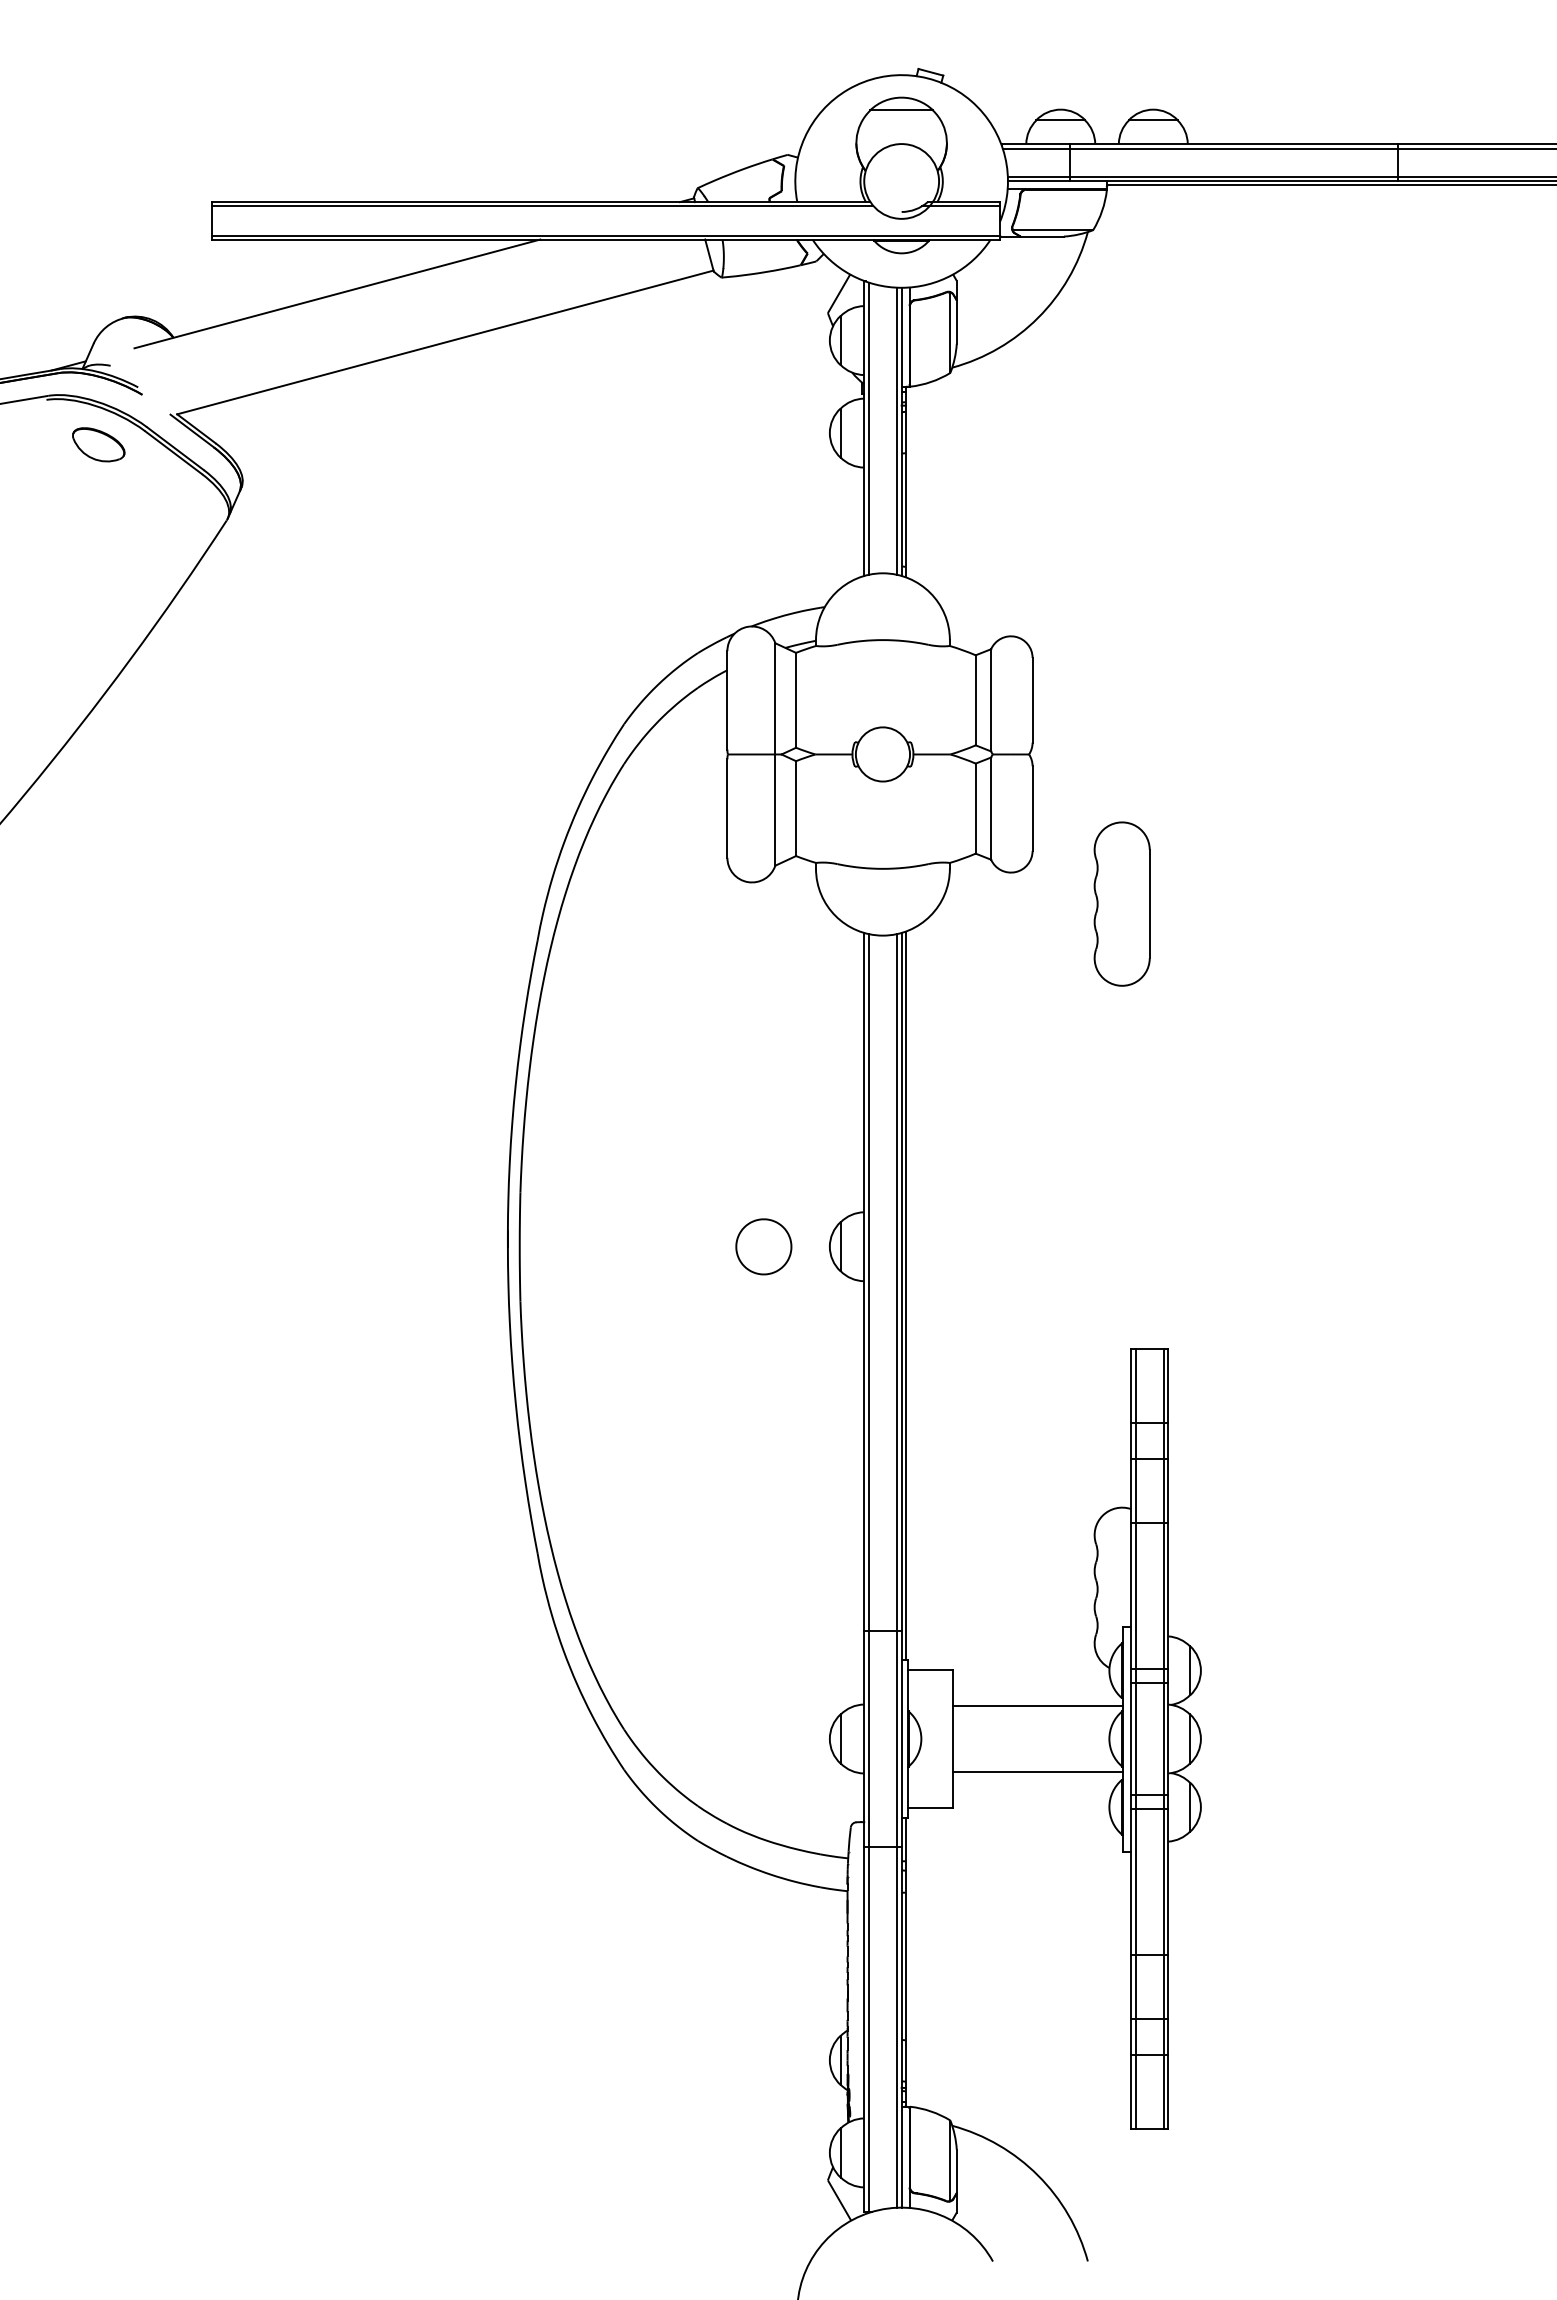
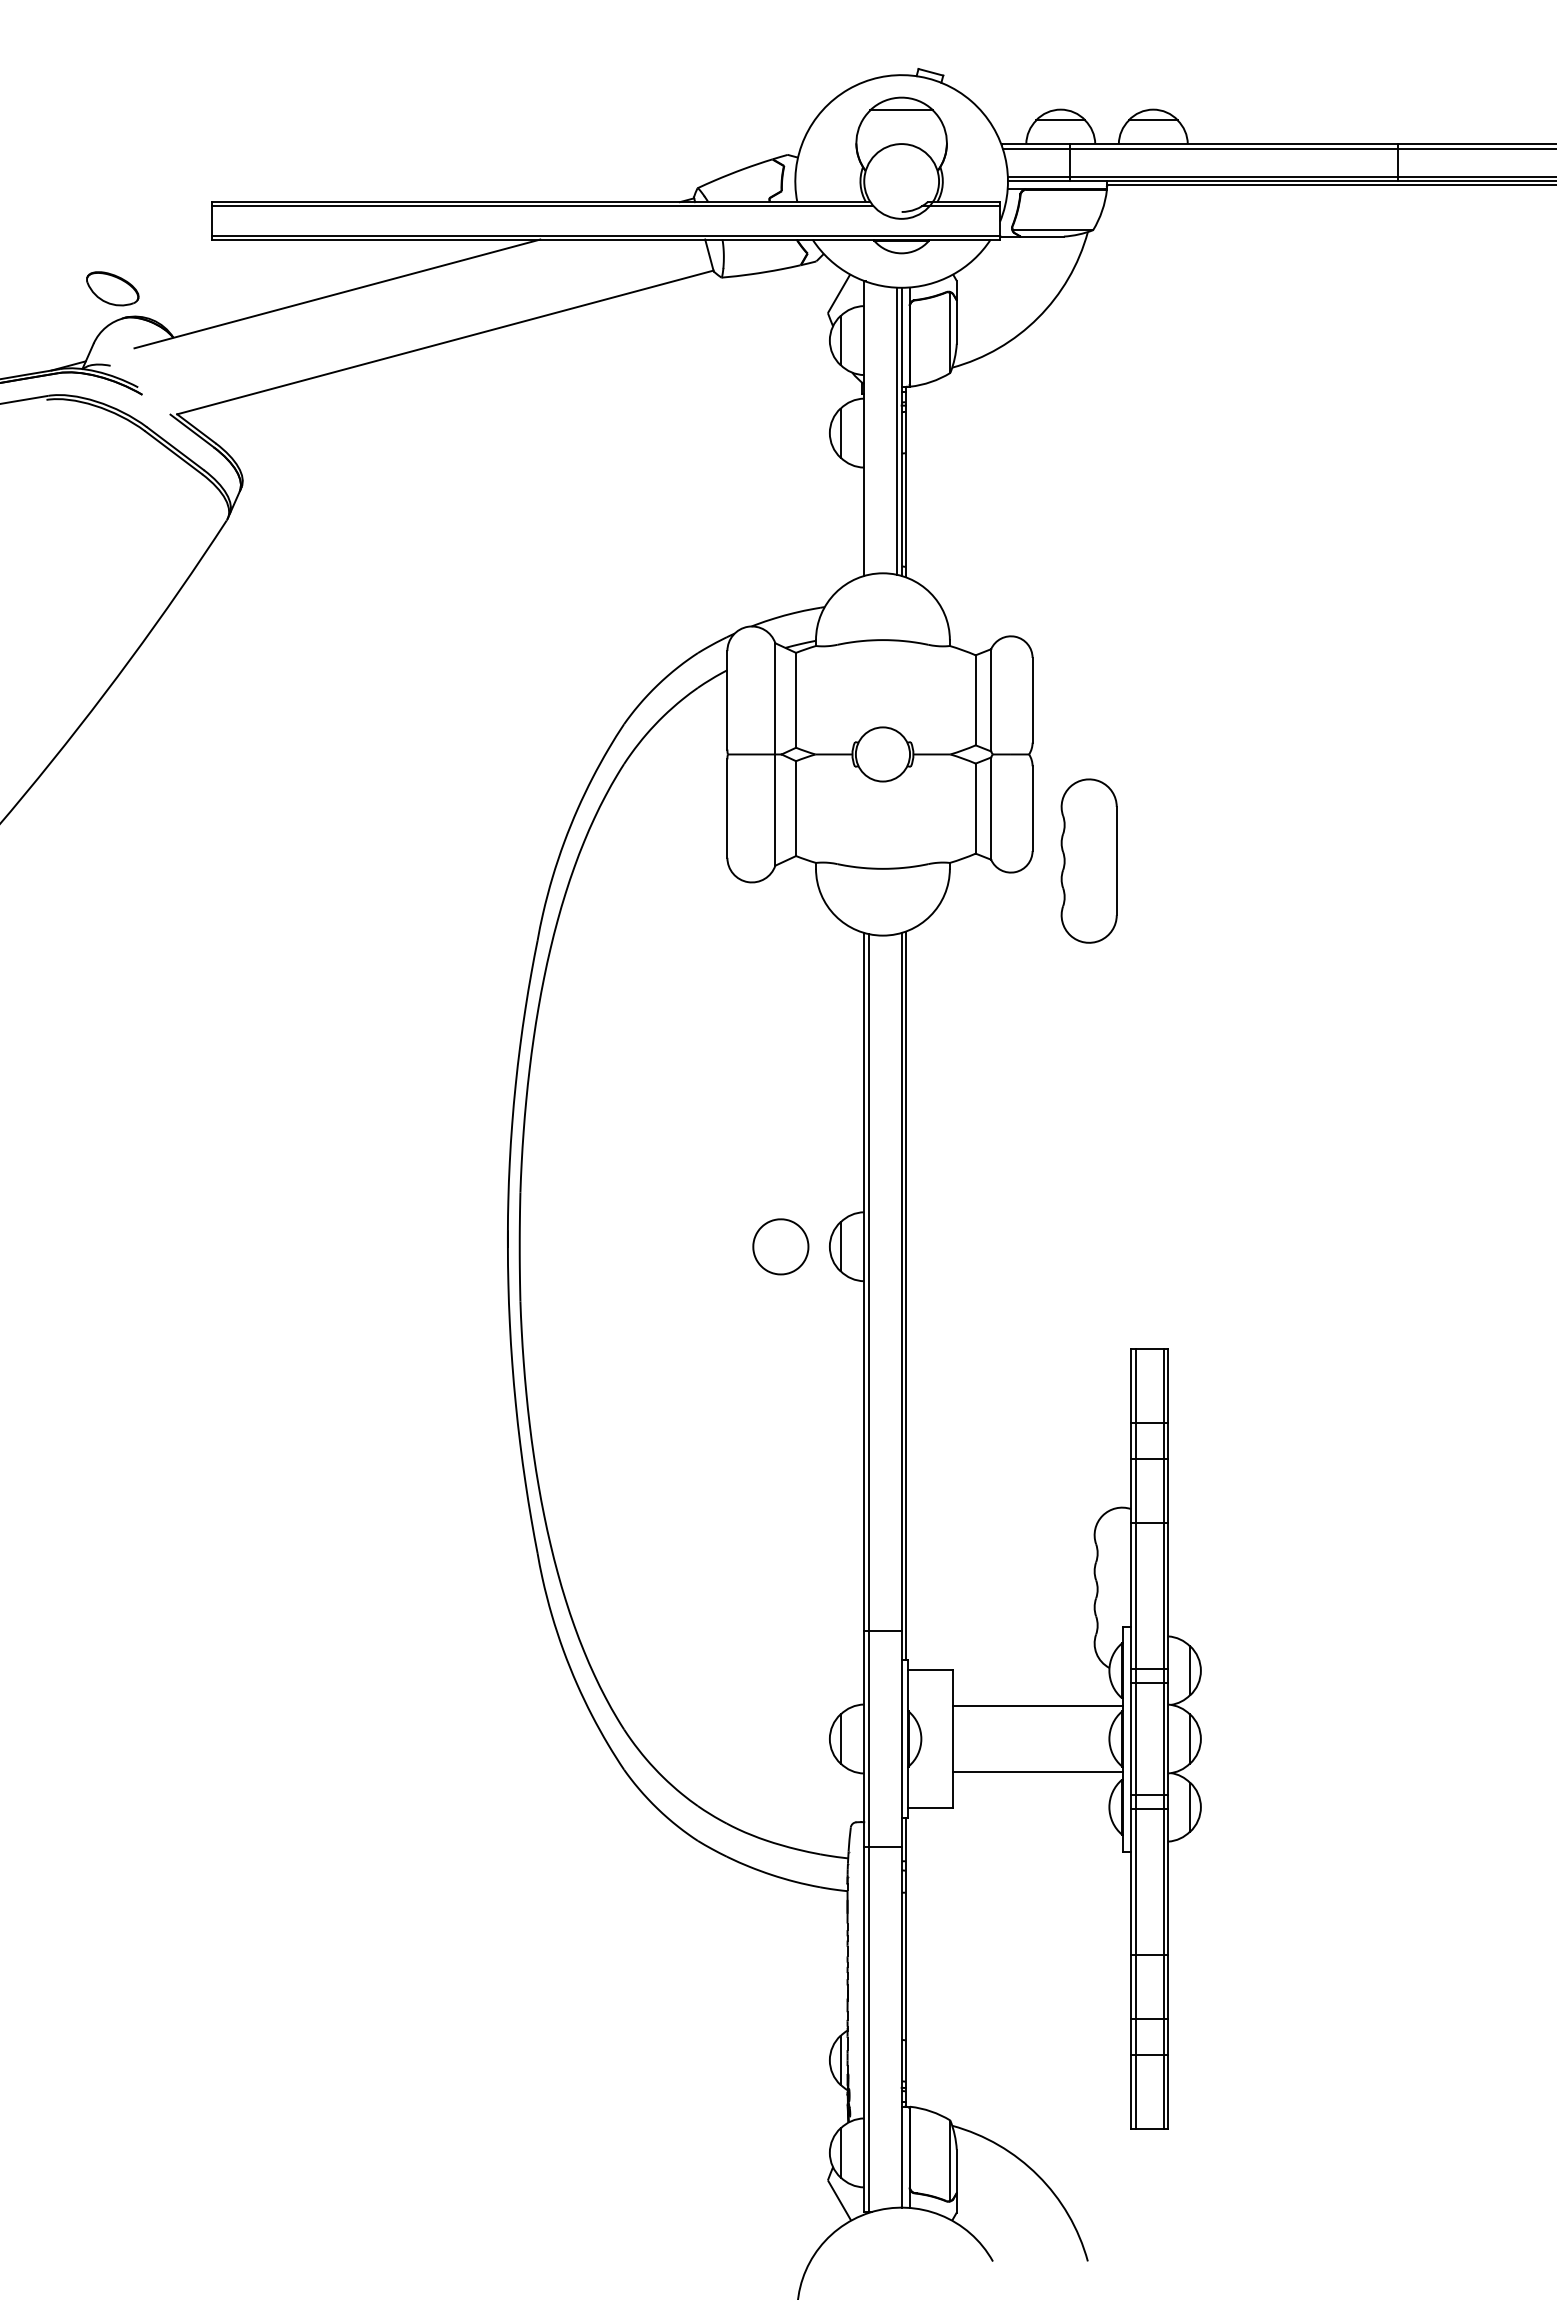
line at (869, 428): present -> none
part at (98, 444) position: (98, 444) -> (112, 288)
part at (1121, 903) position: (1121, 903) -> (1088, 860)
part at (763, 1246) position: (763, 1246) -> (780, 1246)
line at (896, 1570): present -> none
